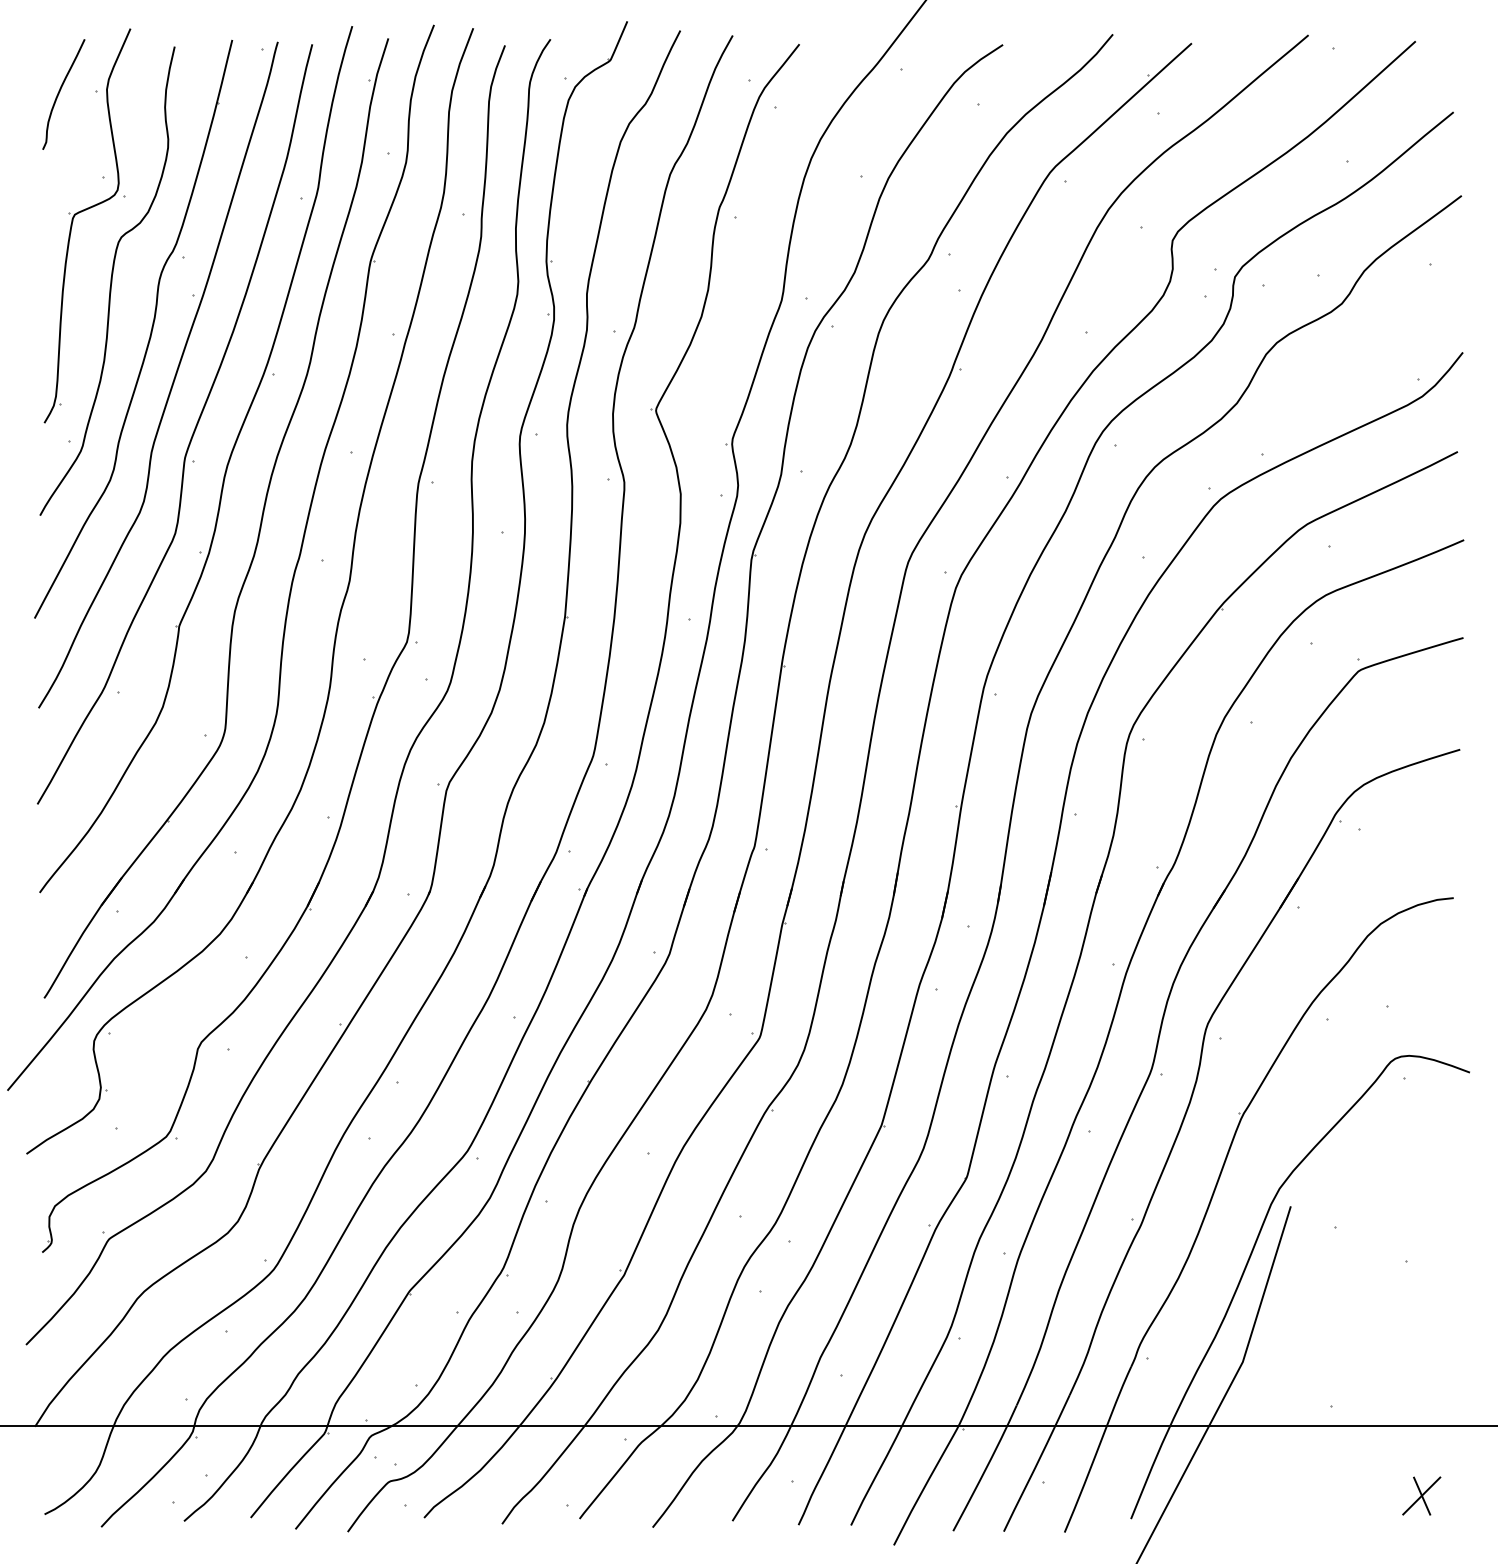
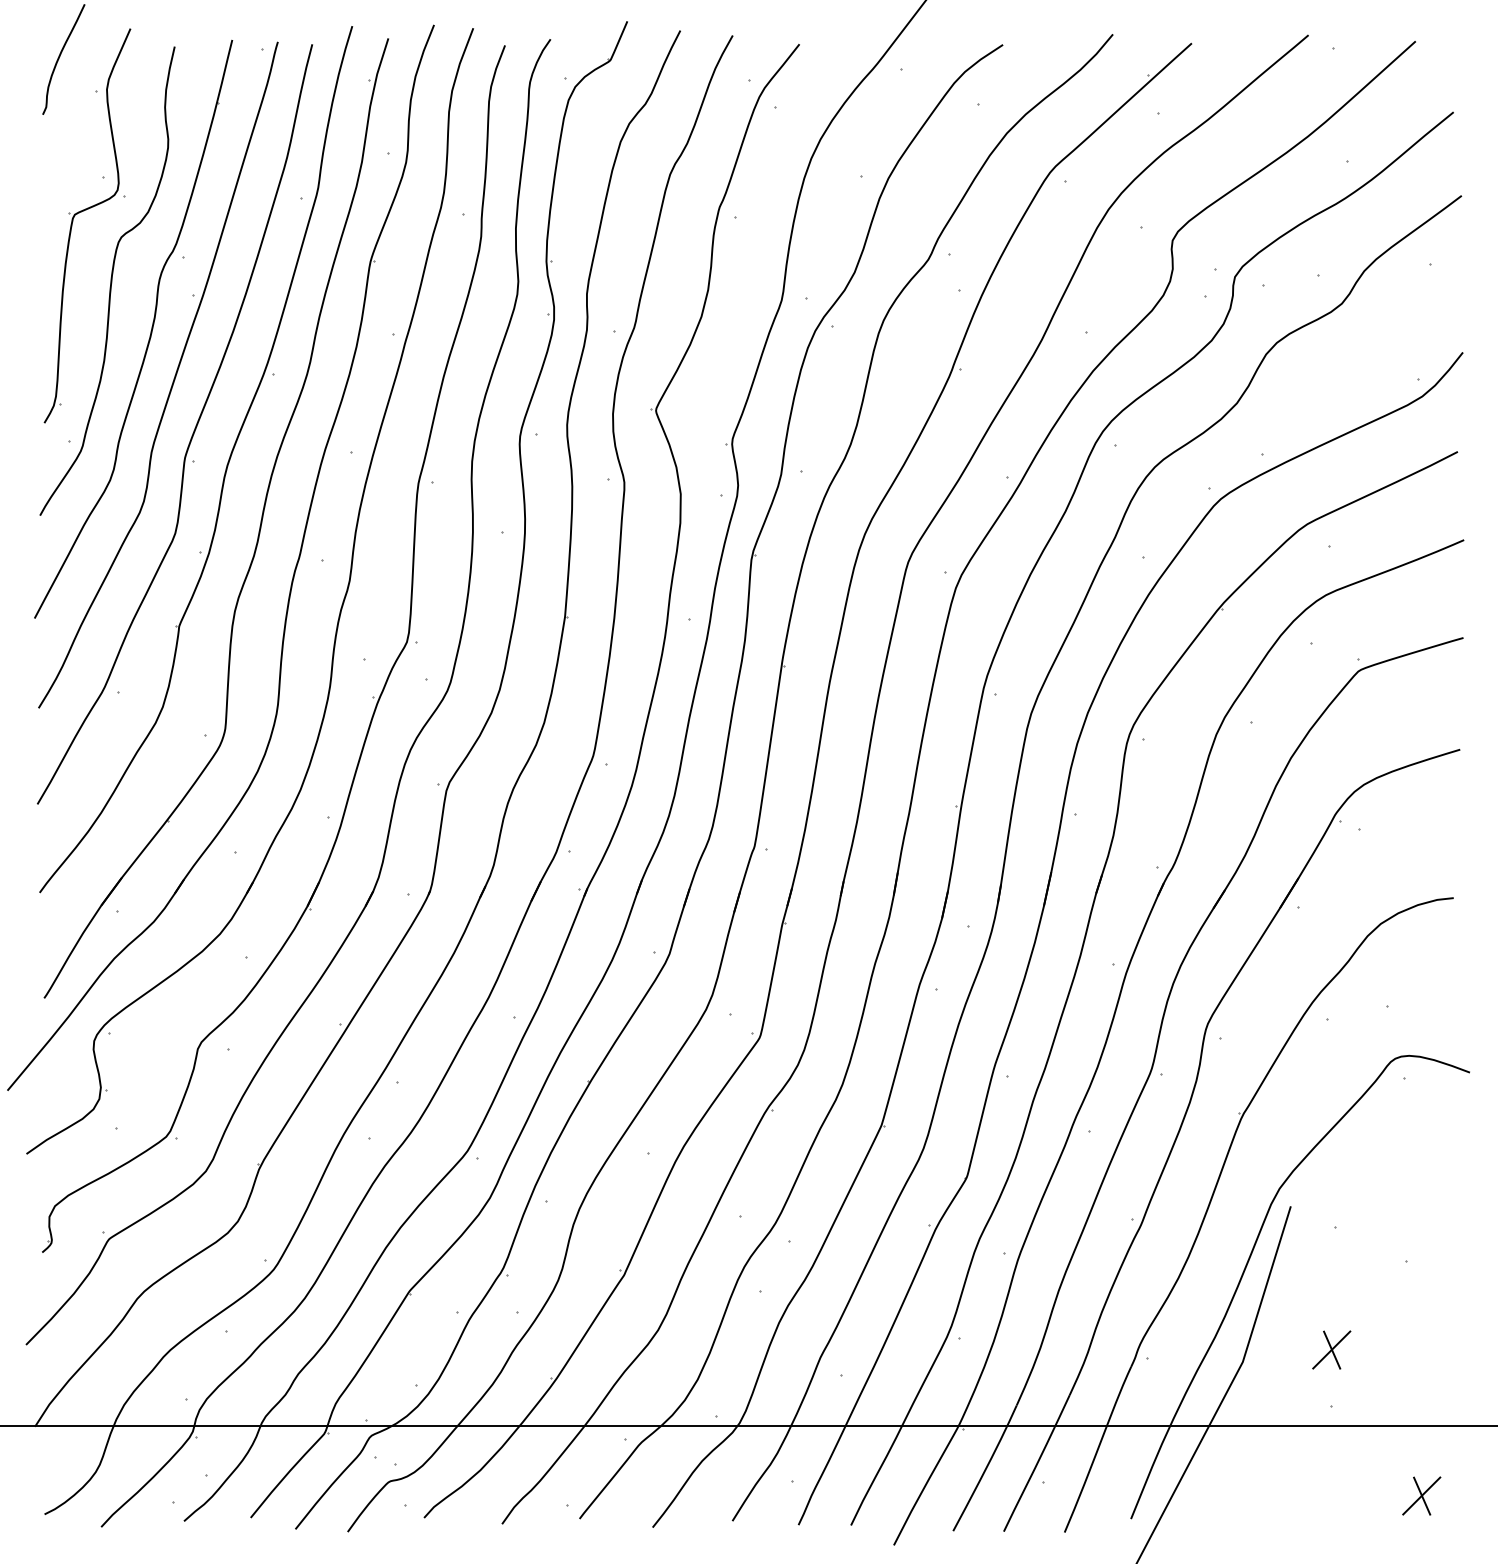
curve at (59, 94) position: (59, 94) -> (59, 59)
part at (1331, 1349): none -> present
